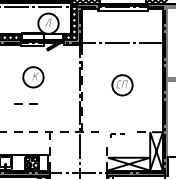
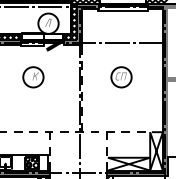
part at (122, 85) position: (122, 85) -> (121, 77)
line at (22, 103): present -> none
part at (117, 135) size: 15x5 px -> 24x9 px
